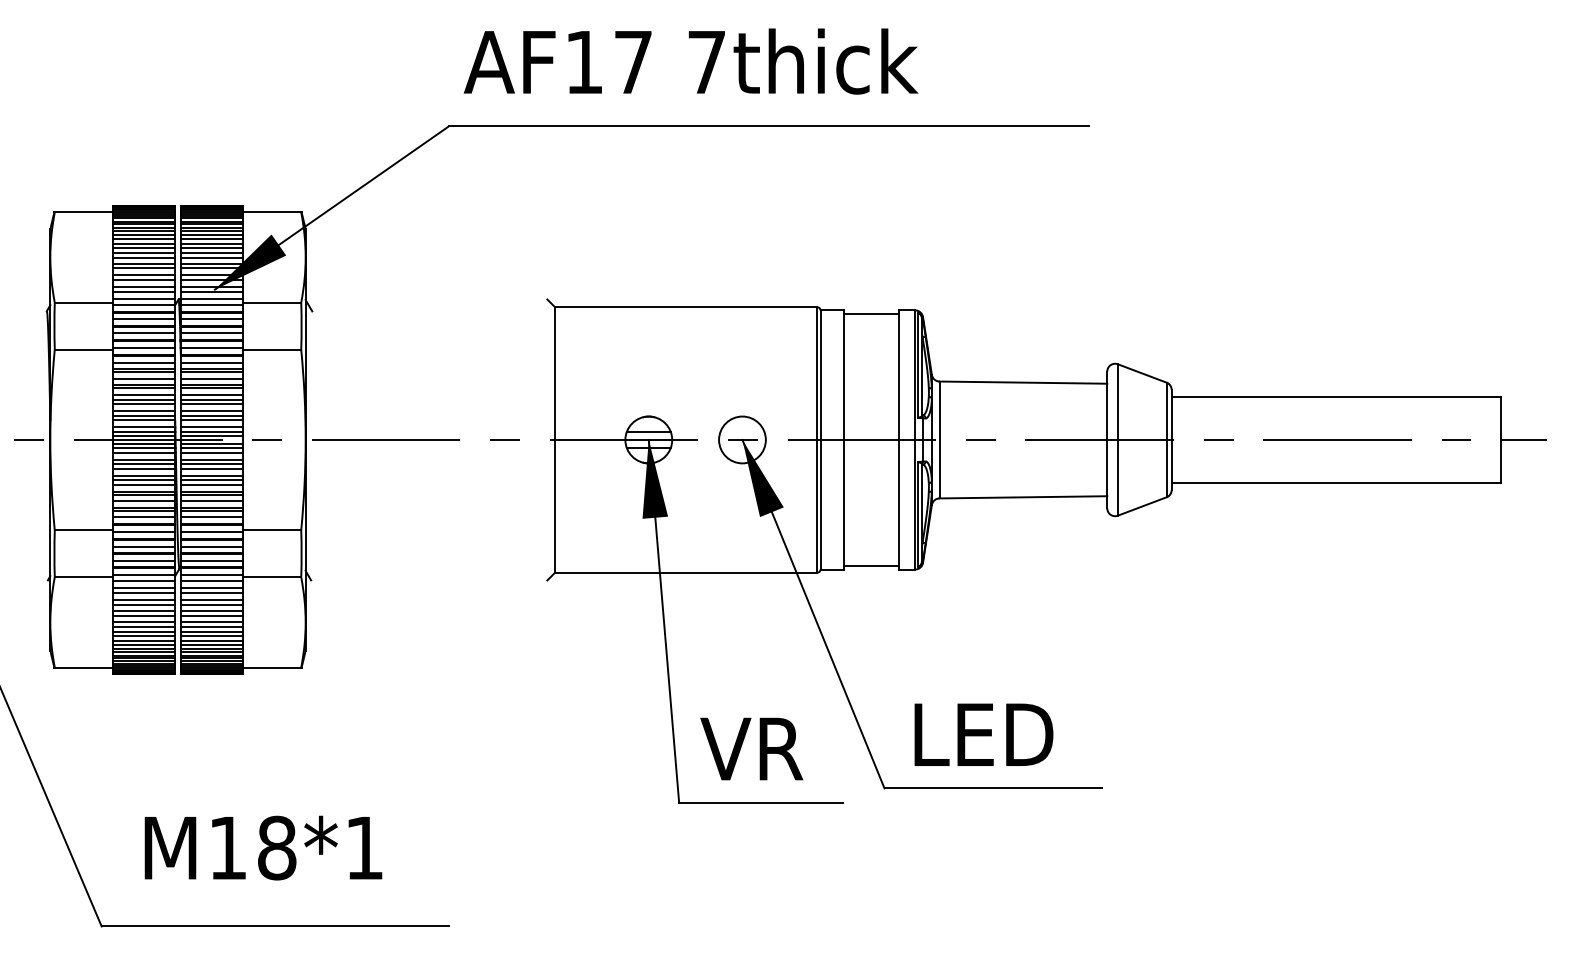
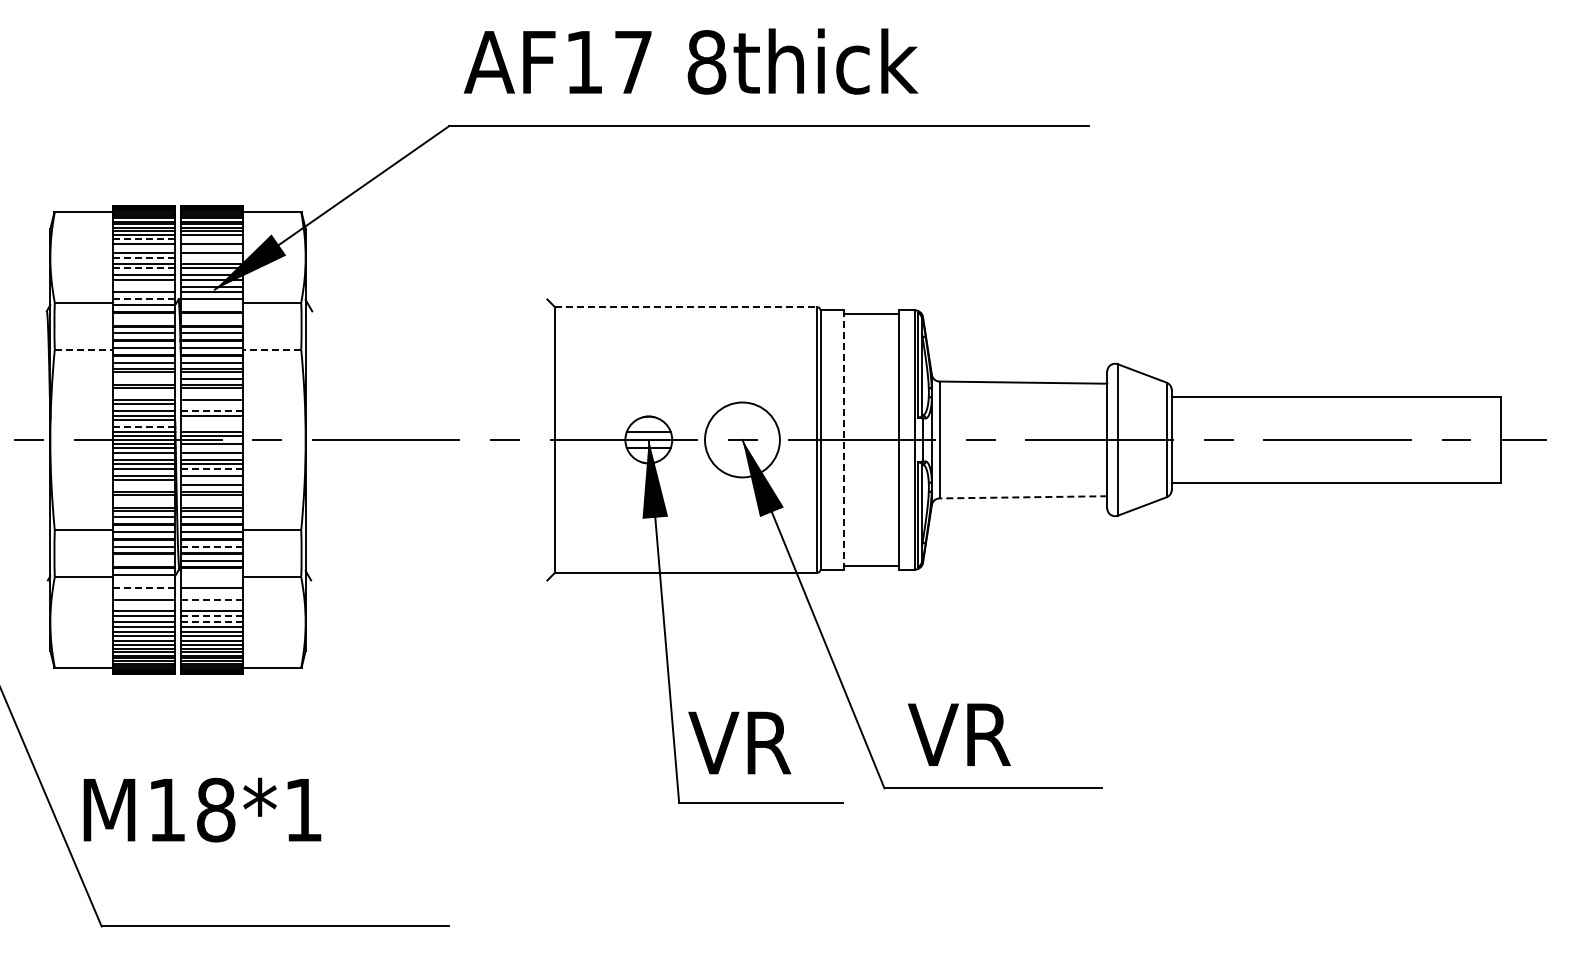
text at (706, 62): 7thick -> 8thick
line at (144, 239): solid -> dashed
line at (211, 239): present -> none
line at (143, 247): present -> none
line at (211, 247): present -> none
line at (144, 257): solid -> dashed
line at (211, 257): present -> none
line at (144, 268): solid -> dashed
line at (143, 286): present -> none
line at (144, 299): solid -> dashed
line at (211, 305): present -> none
line at (686, 307): solid -> dashed
line at (143, 319): present -> none
line at (211, 319): present -> none
line at (83, 349): solid -> dashed
line at (272, 349): solid -> dashed
line at (143, 379): present -> none
line at (143, 394): present -> none
line at (211, 394): present -> none
line at (211, 403): present -> none
line at (211, 411): solid -> dashed
line at (211, 419): present -> none
line at (144, 427): solid -> dashed
line at (211, 427): present -> none
circle at (742, 439) diameter: 47 px -> 75 px
line at (843, 439): solid -> dashed
line at (211, 447): present -> none
line at (211, 468): solid -> dashed
line at (211, 479): present -> none
line at (143, 485): present -> none
line at (1023, 497): solid -> dashed
line at (143, 500): present -> none
line at (211, 500): present -> none
line at (211, 546): solid -> dashed
line at (143, 560): present -> none
line at (211, 574): present -> none
line at (143, 580): present -> none
line at (211, 580): present -> none
line at (144, 587): solid -> dashed
line at (143, 593): present -> none
line at (211, 593): present -> none
line at (211, 599): solid -> dashed
line at (143, 605): present -> none
line at (211, 605): present -> none
line at (211, 616): solid -> dashed
line at (211, 622): solid -> dashed
text at (980, 734): LED -> VR
text at (751, 748) position: (751, 748) -> (739, 742)
text at (263, 847) position: (263, 847) -> (202, 809)
